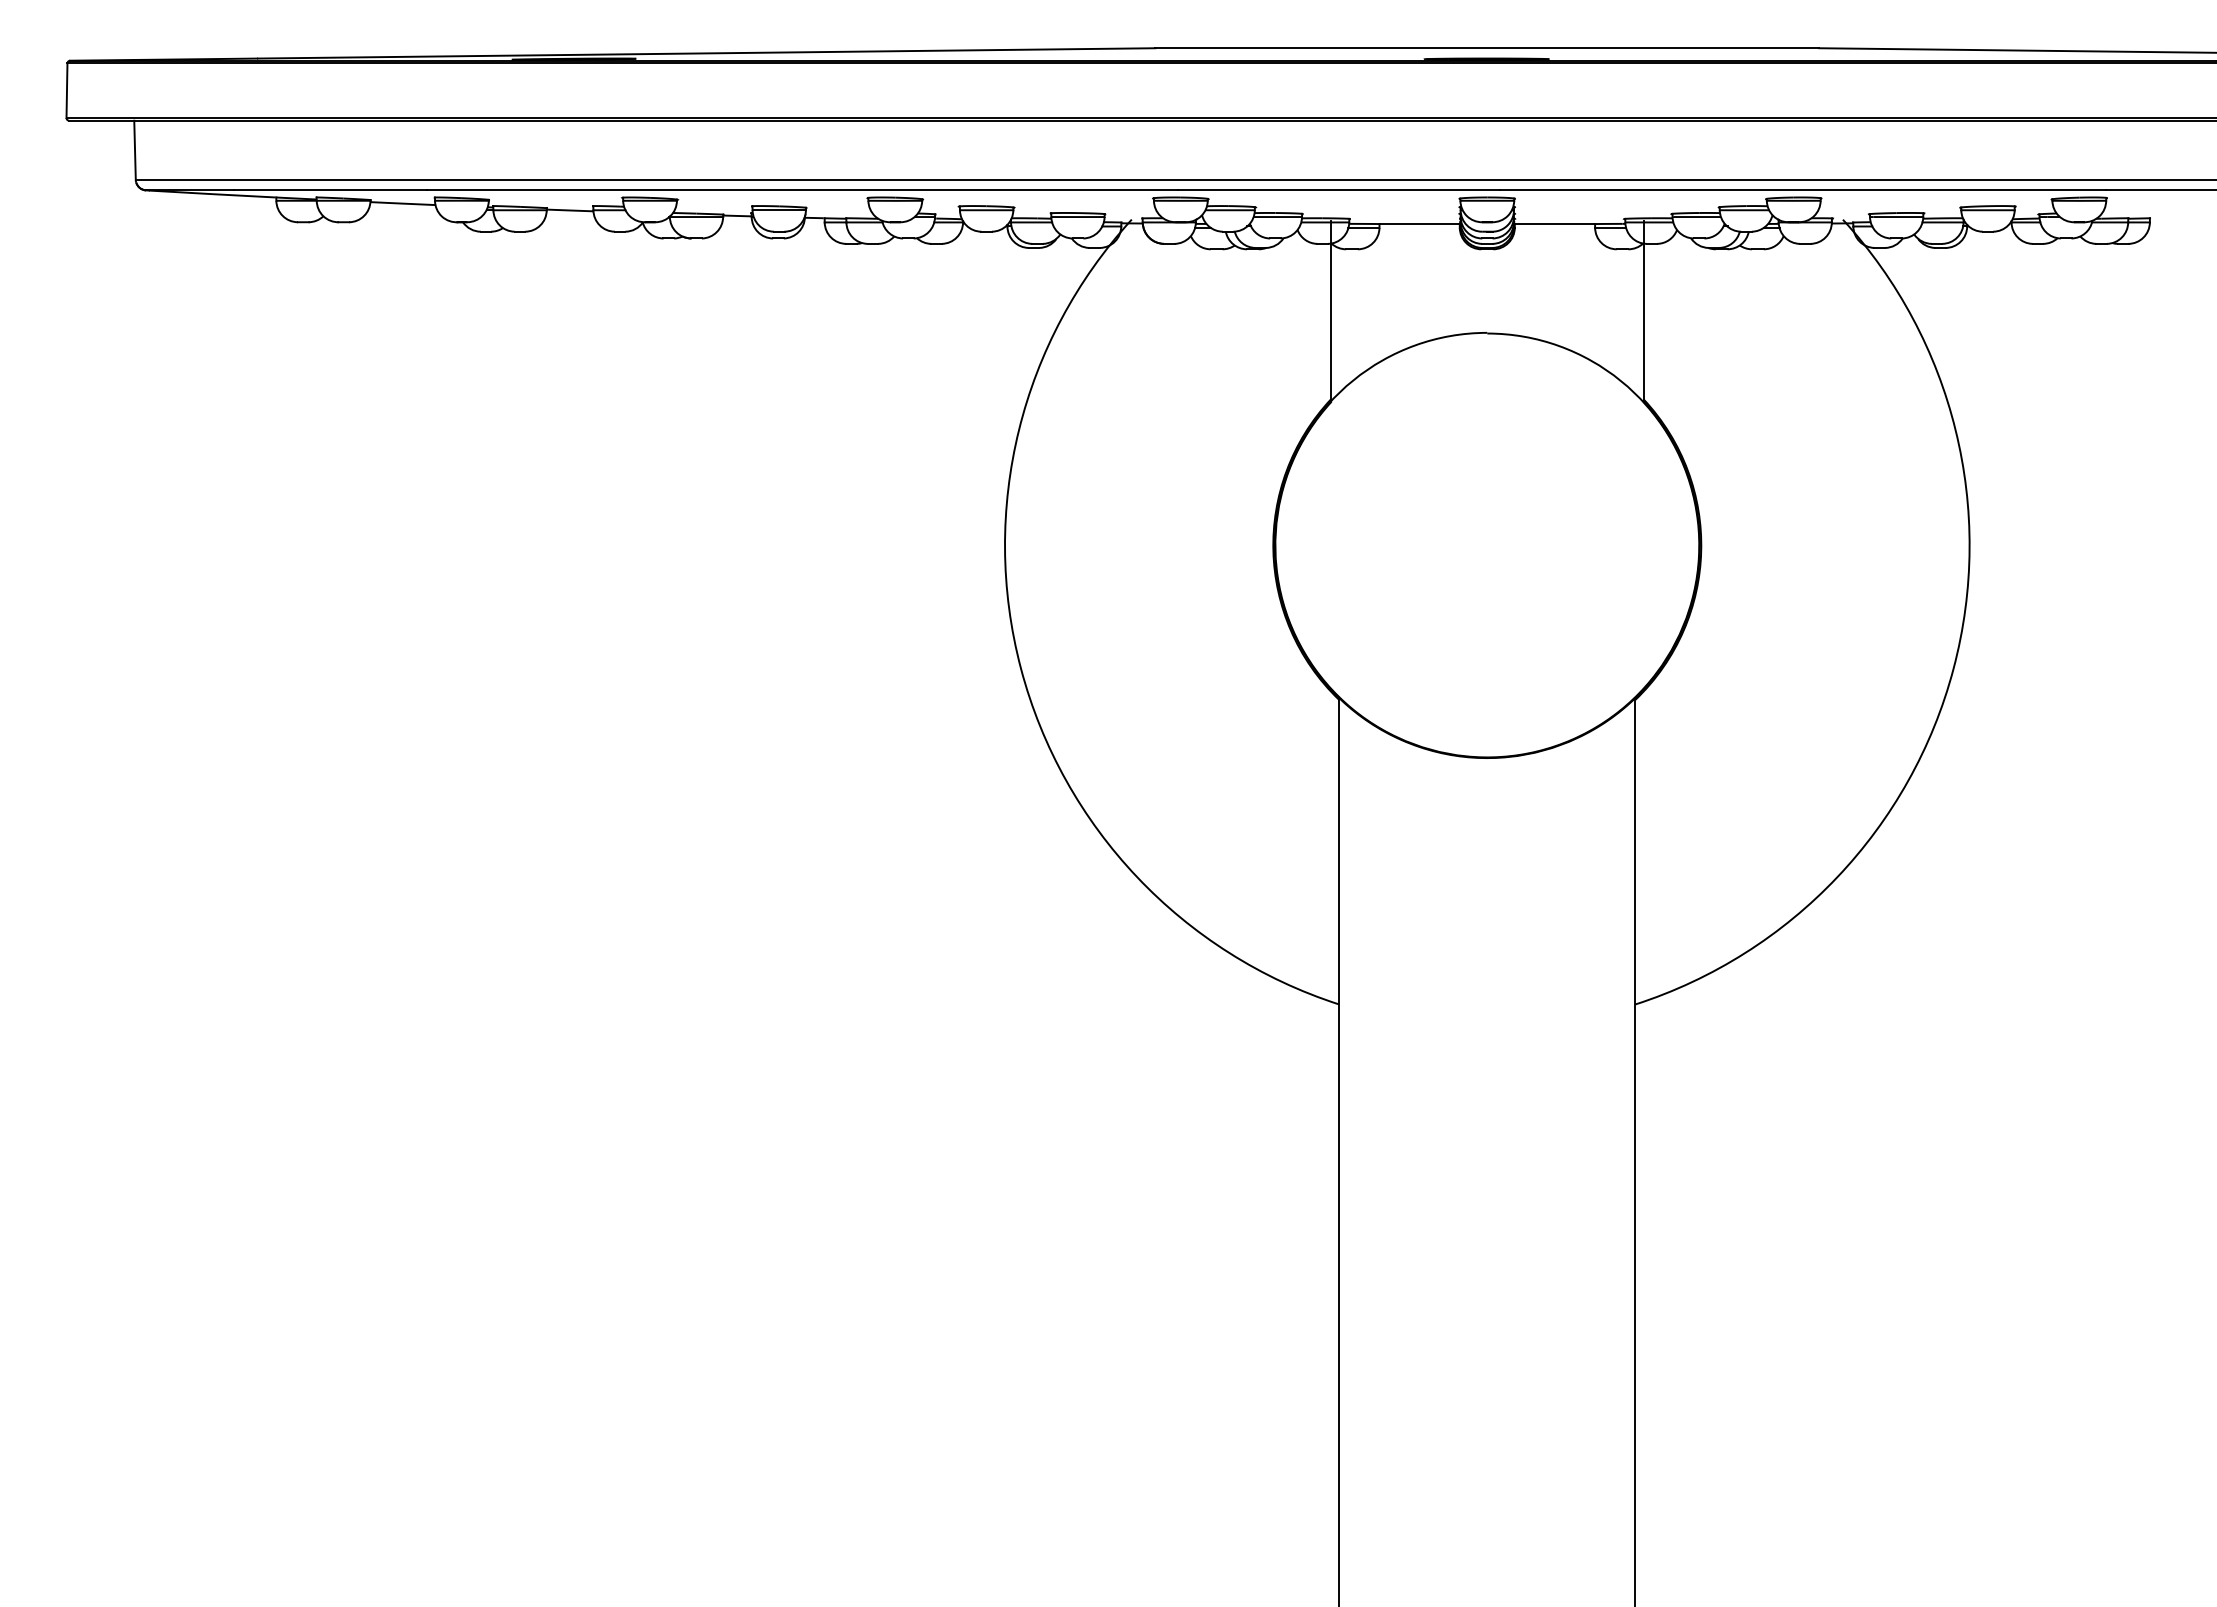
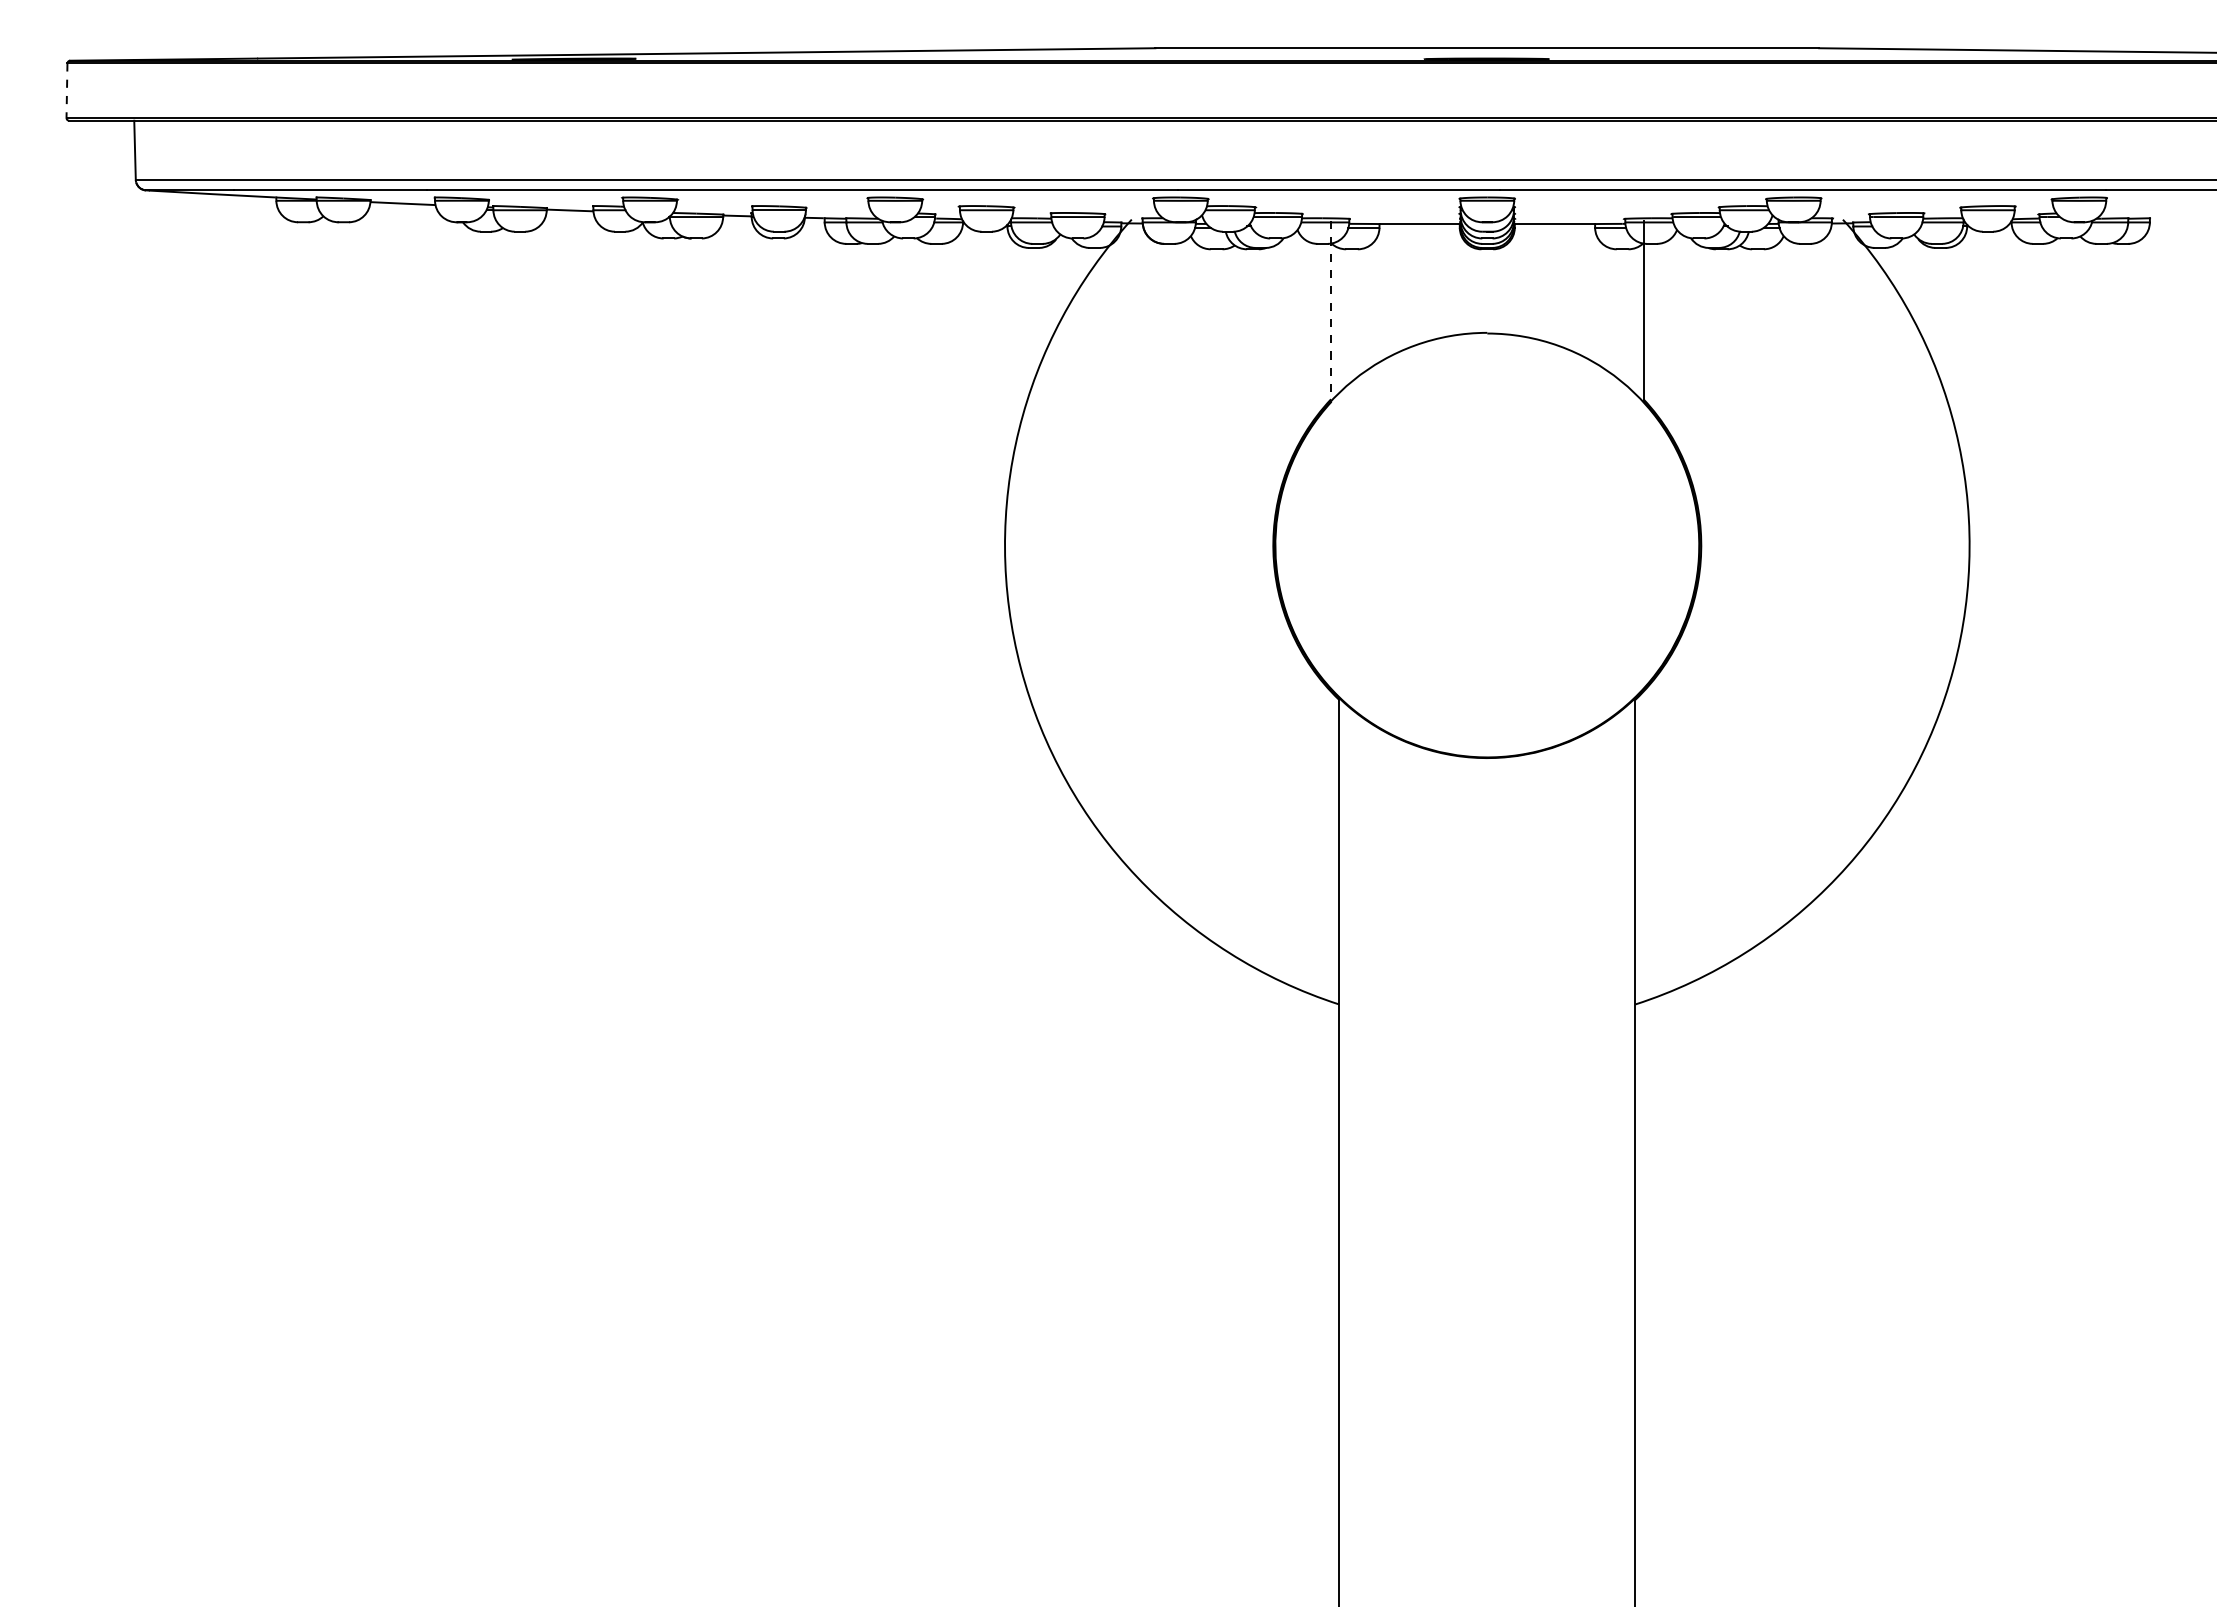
line at (66, 91): solid -> dashed
line at (1331, 311): solid -> dashed
